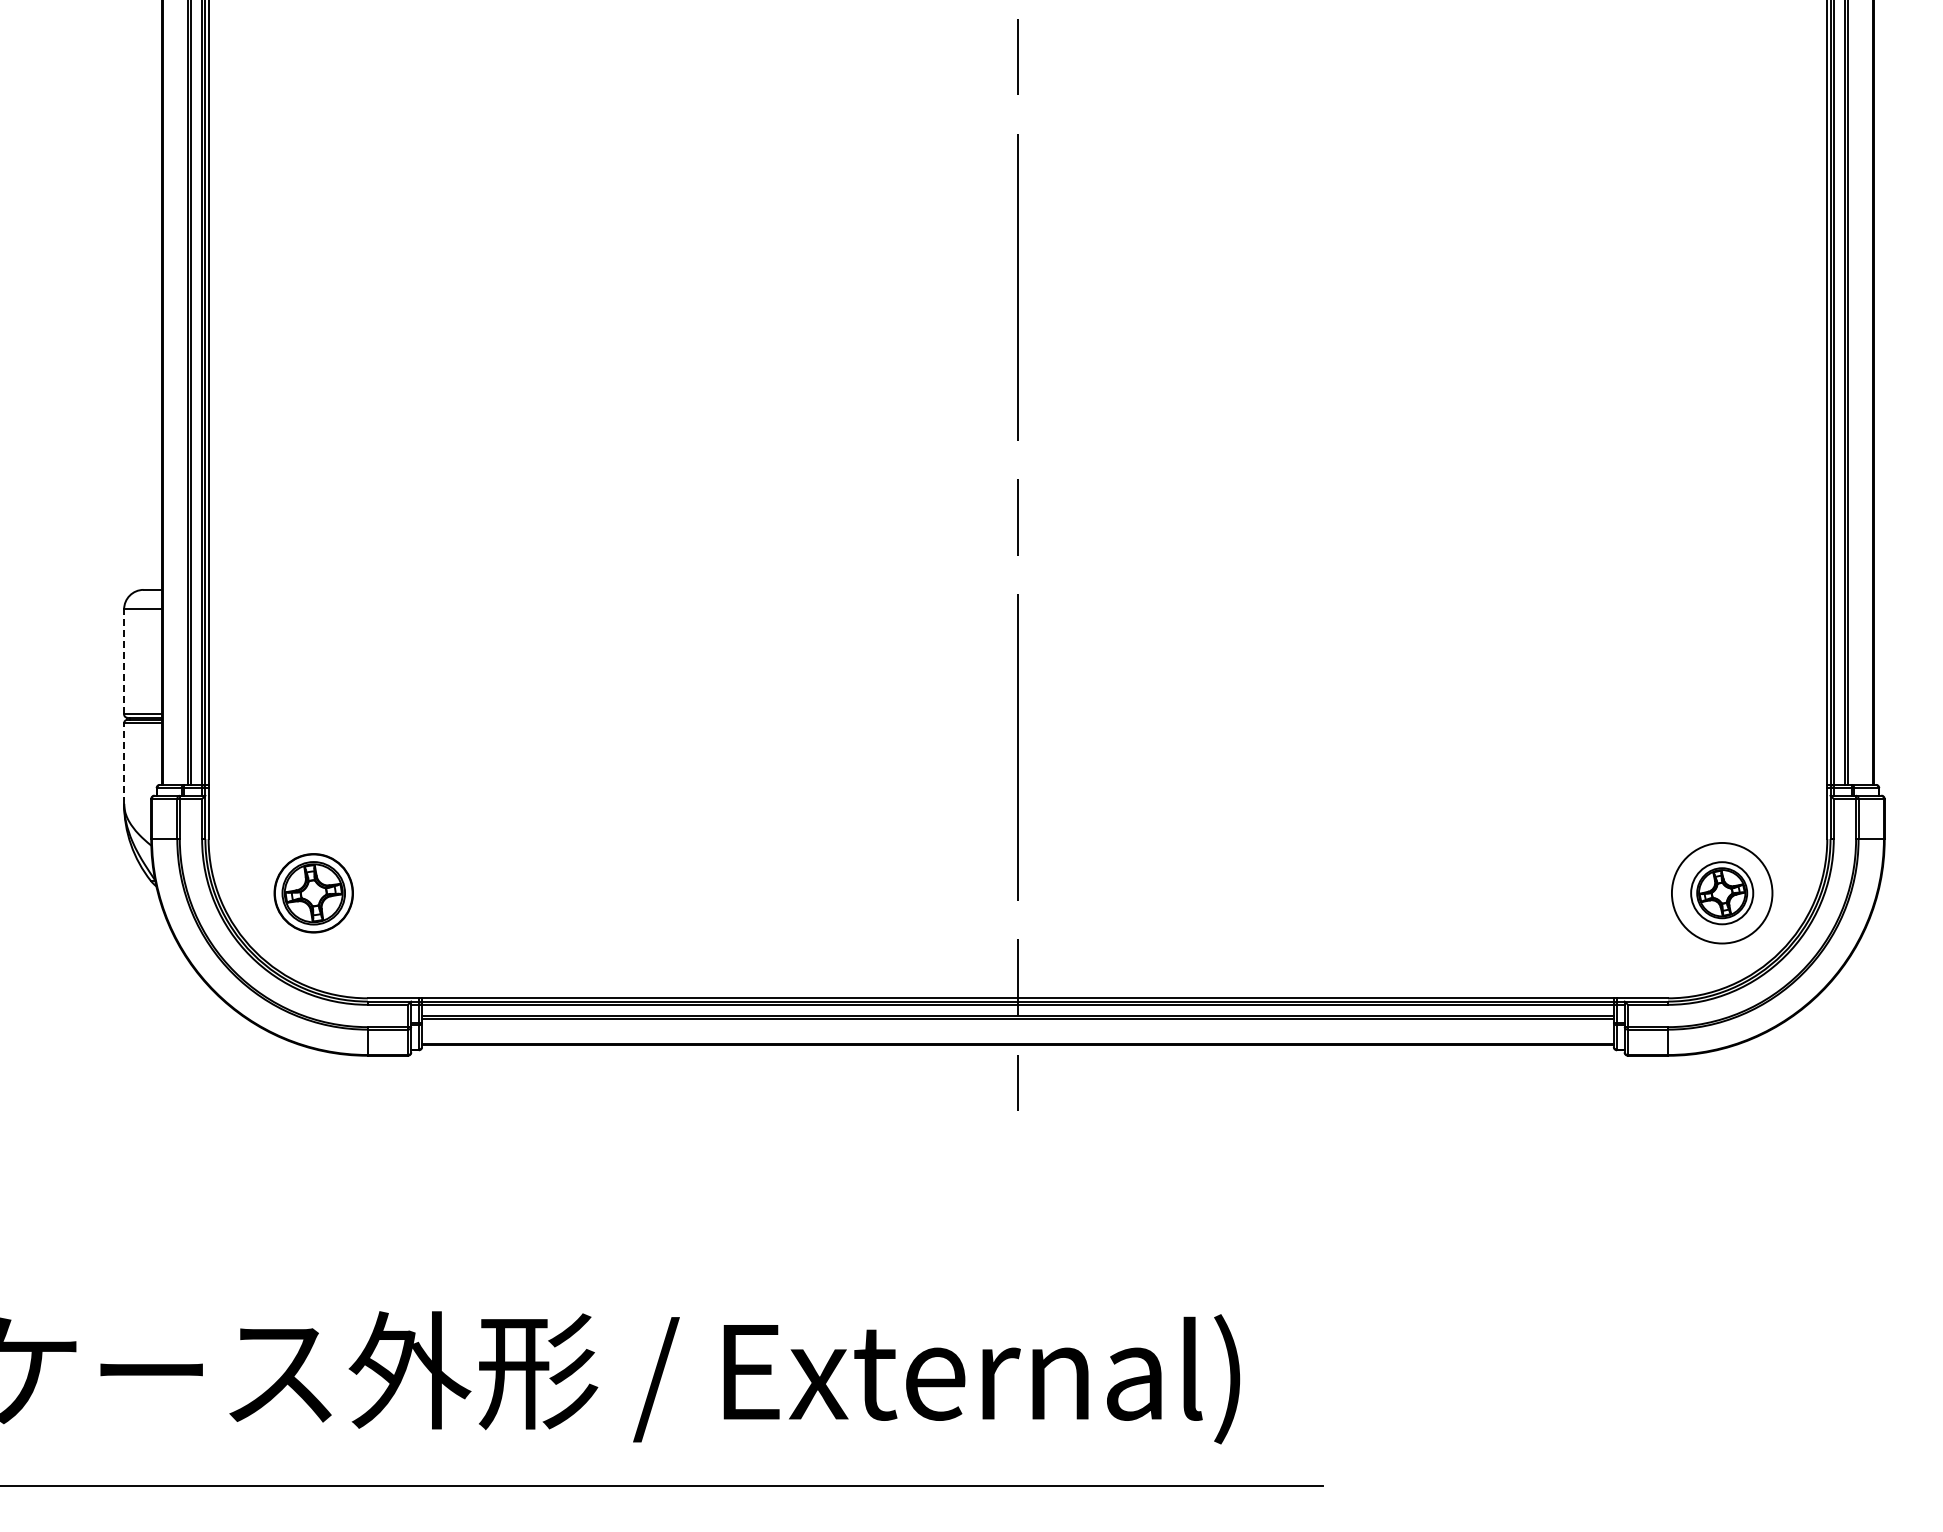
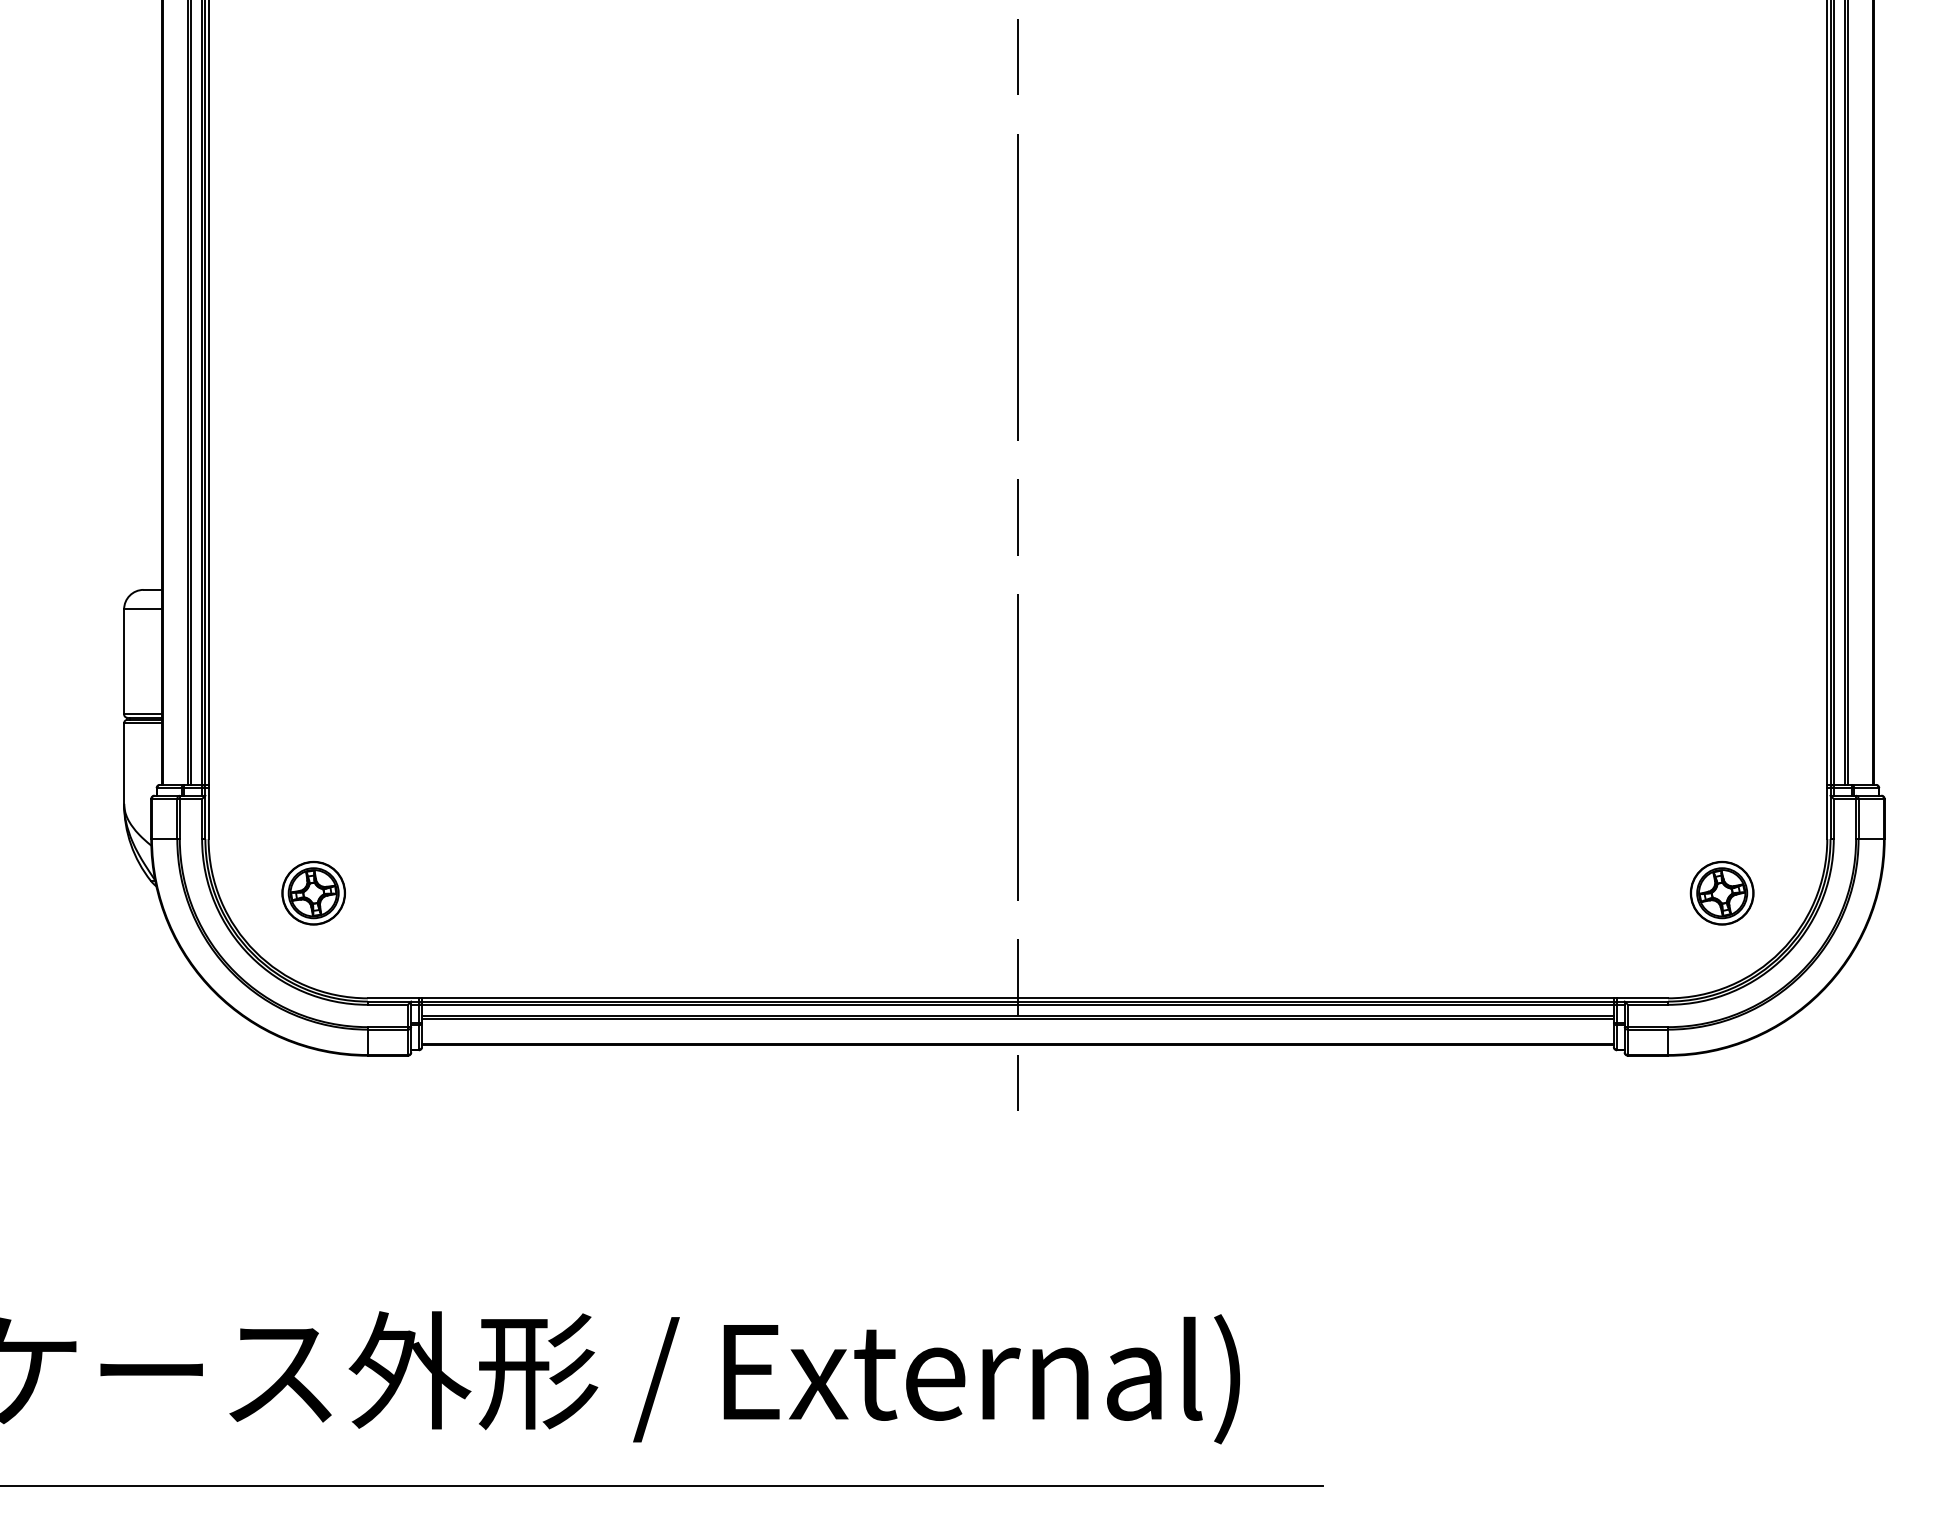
line at (124, 661): dashed -> solid
line at (124, 763): dashed -> solid
circle at (1721, 892) diameter: 101 px -> 63 px
part at (313, 893) size: 81x81 px -> 65x66 px
